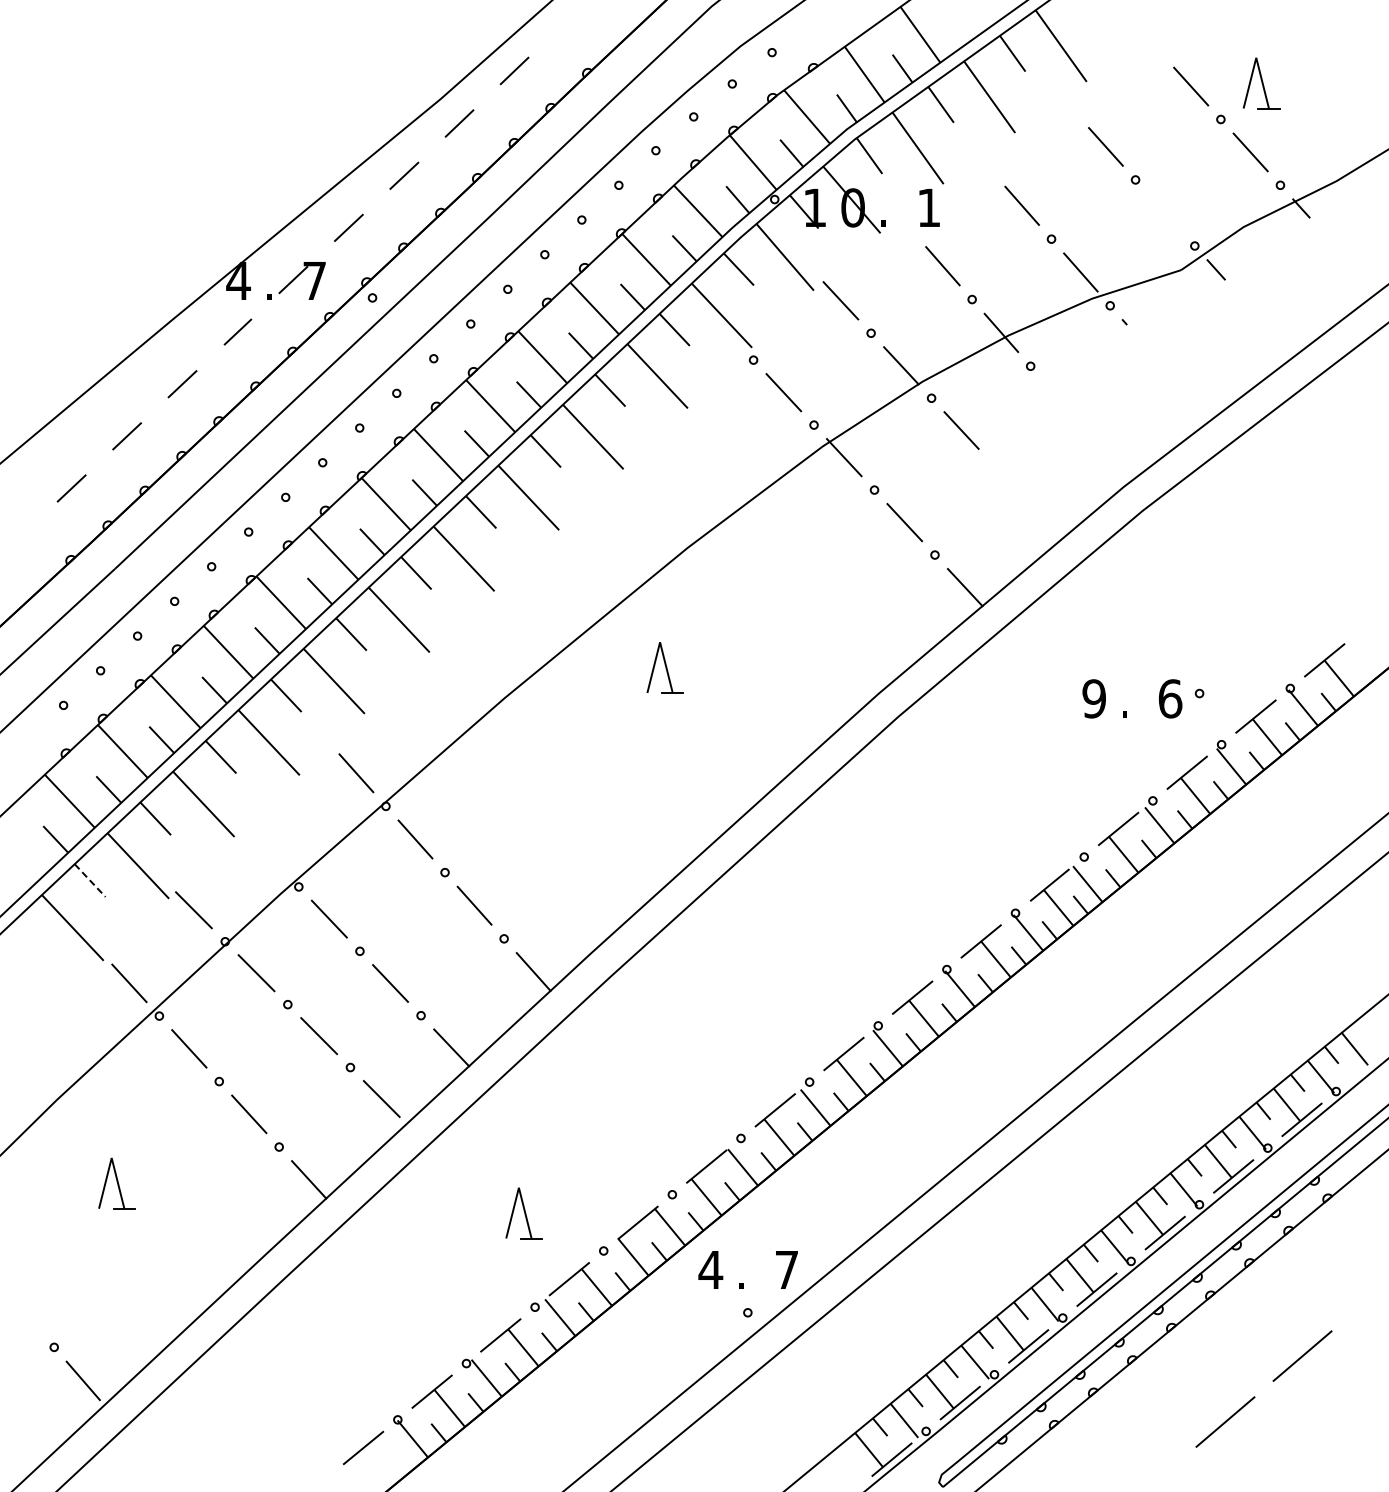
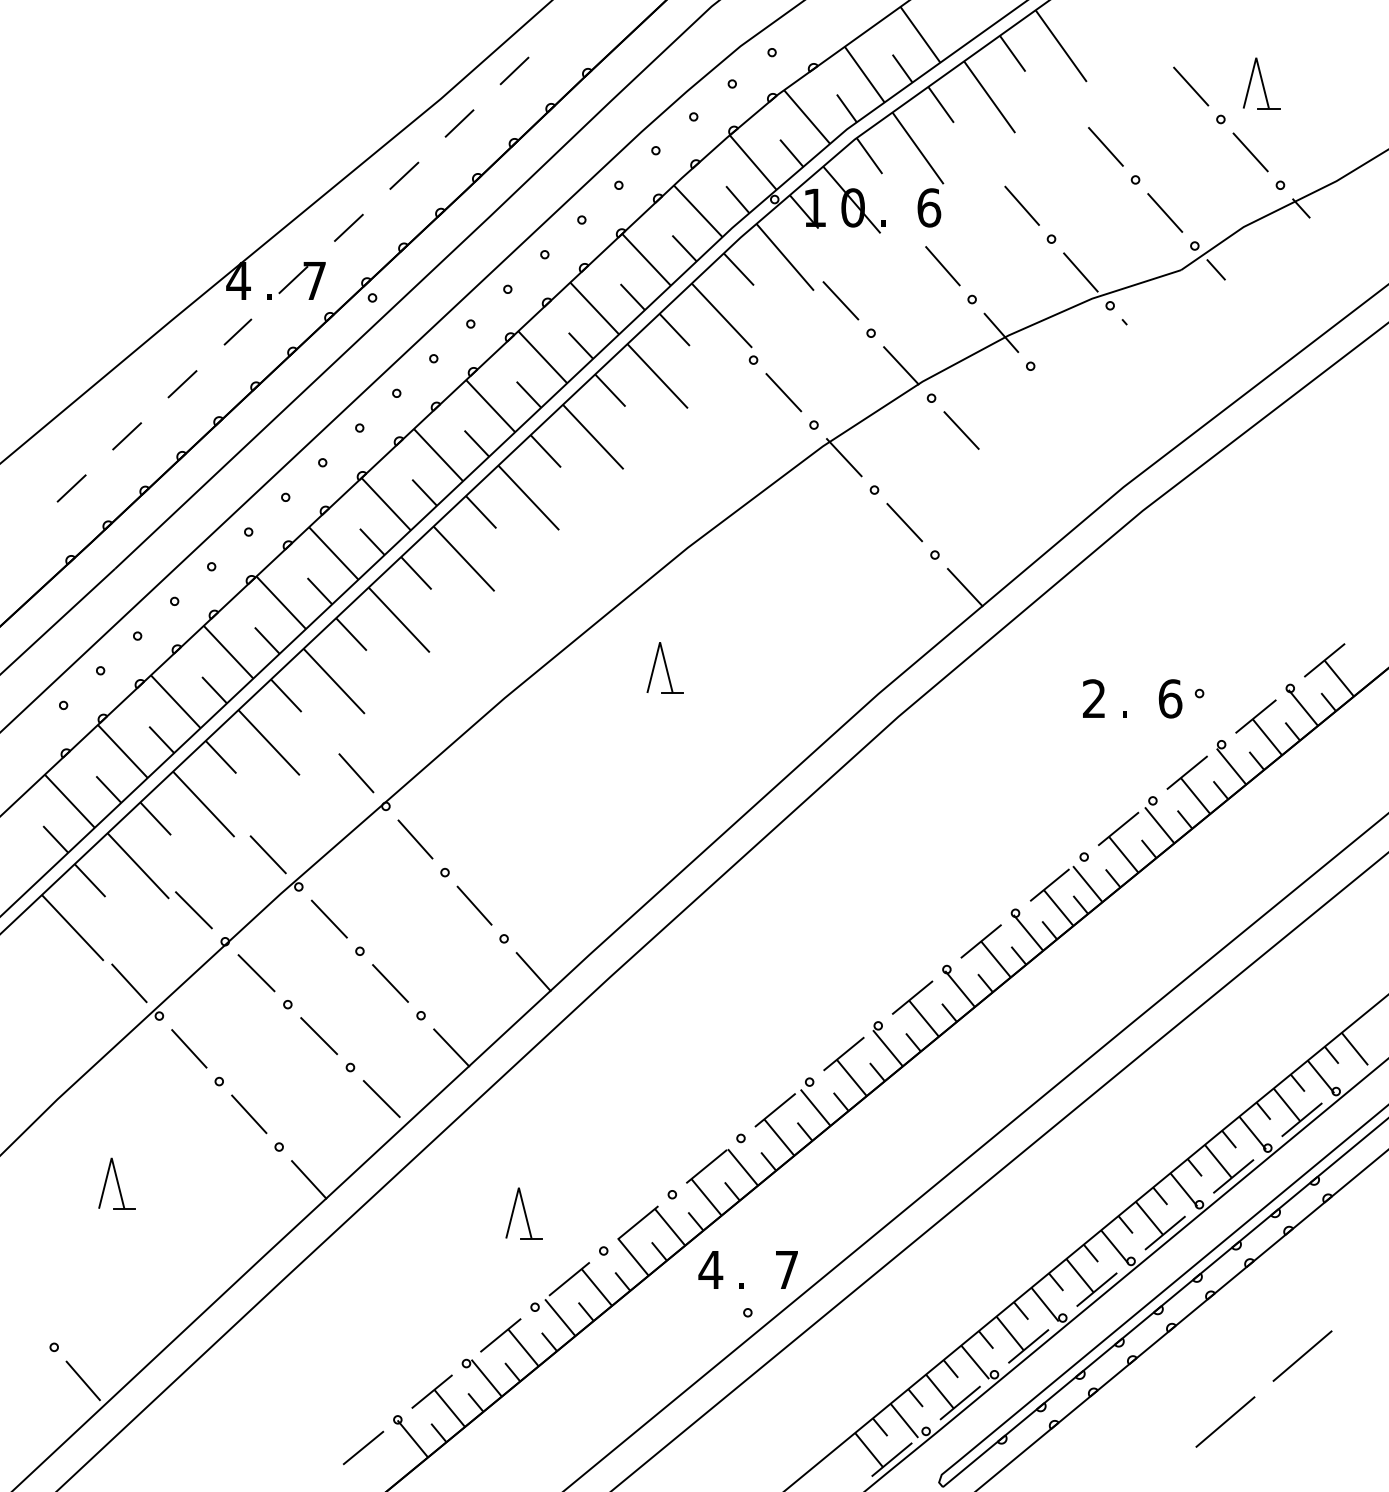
text at (929, 207): 1 -> 6
line at (1165, 212): none -> present
text at (1093, 698): 9 -> 2
line at (267, 854): none -> present
line at (90, 880): dashed -> solid
